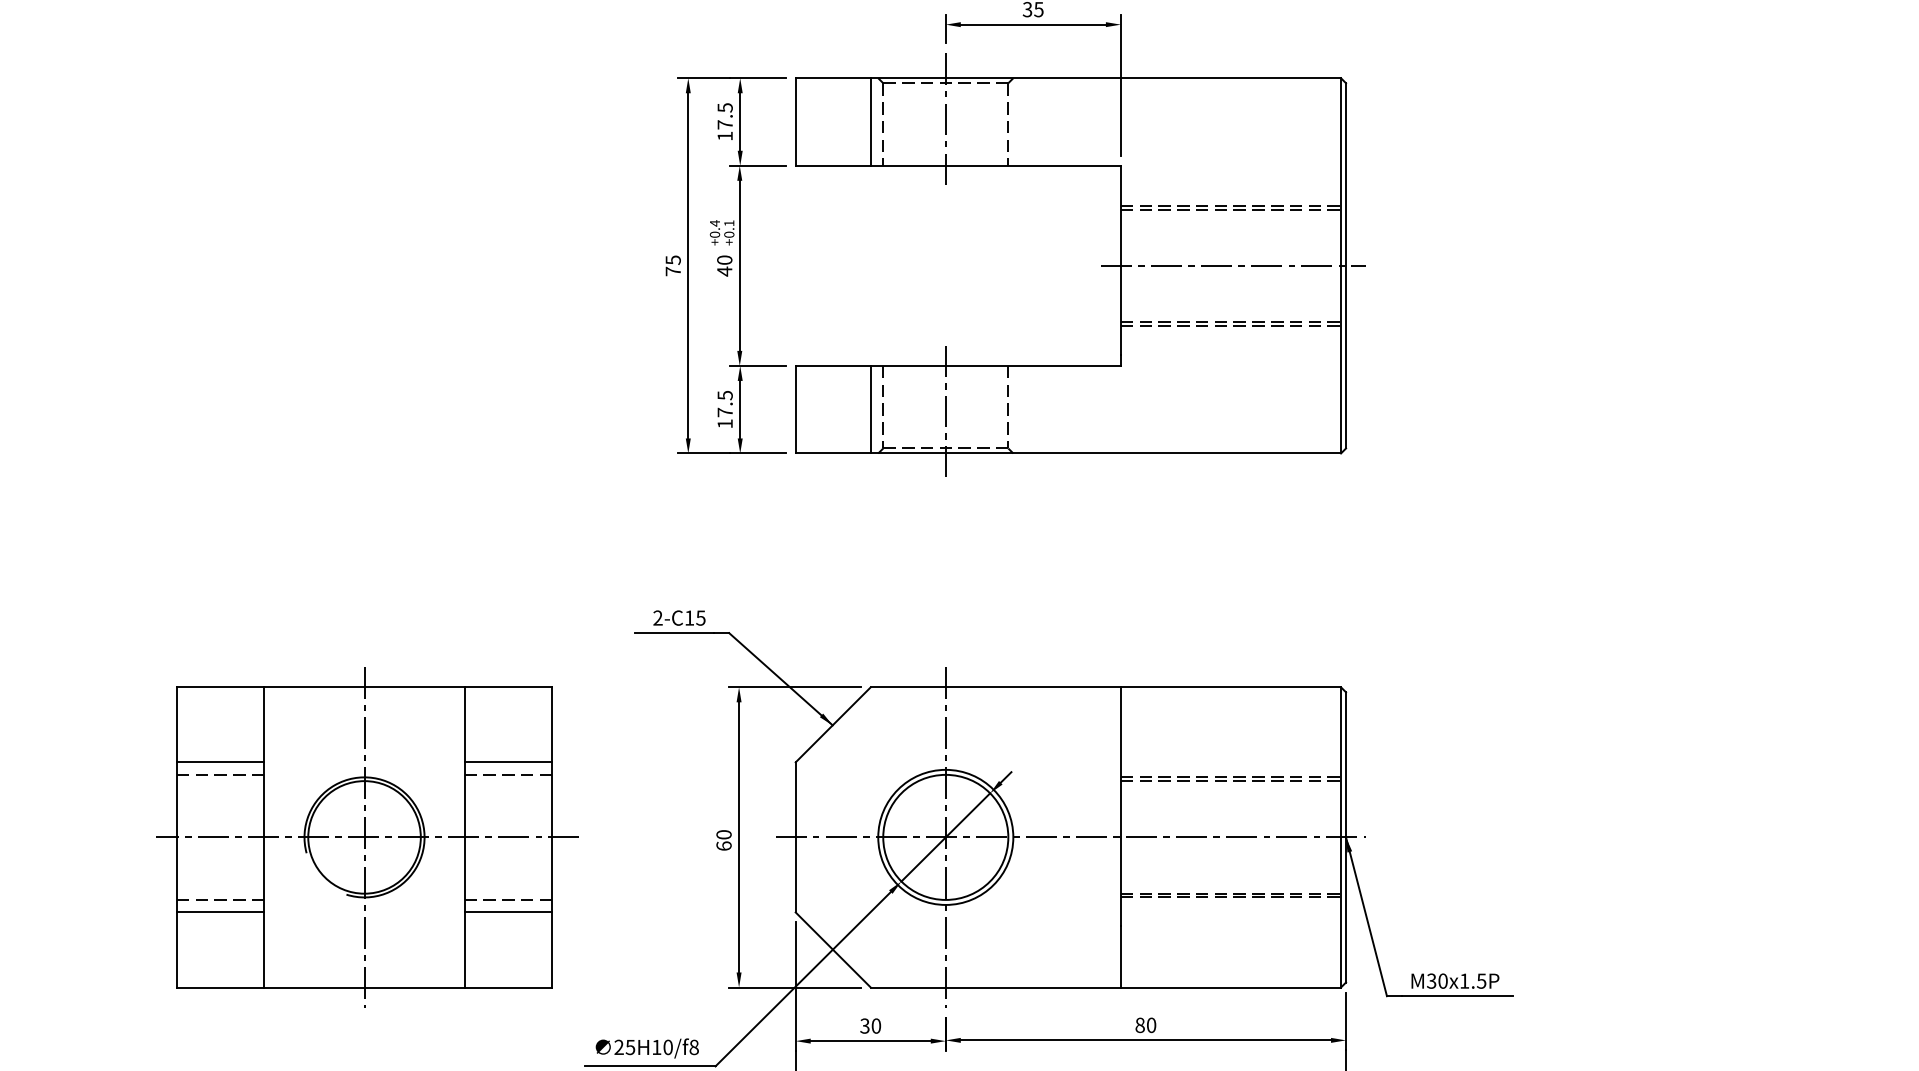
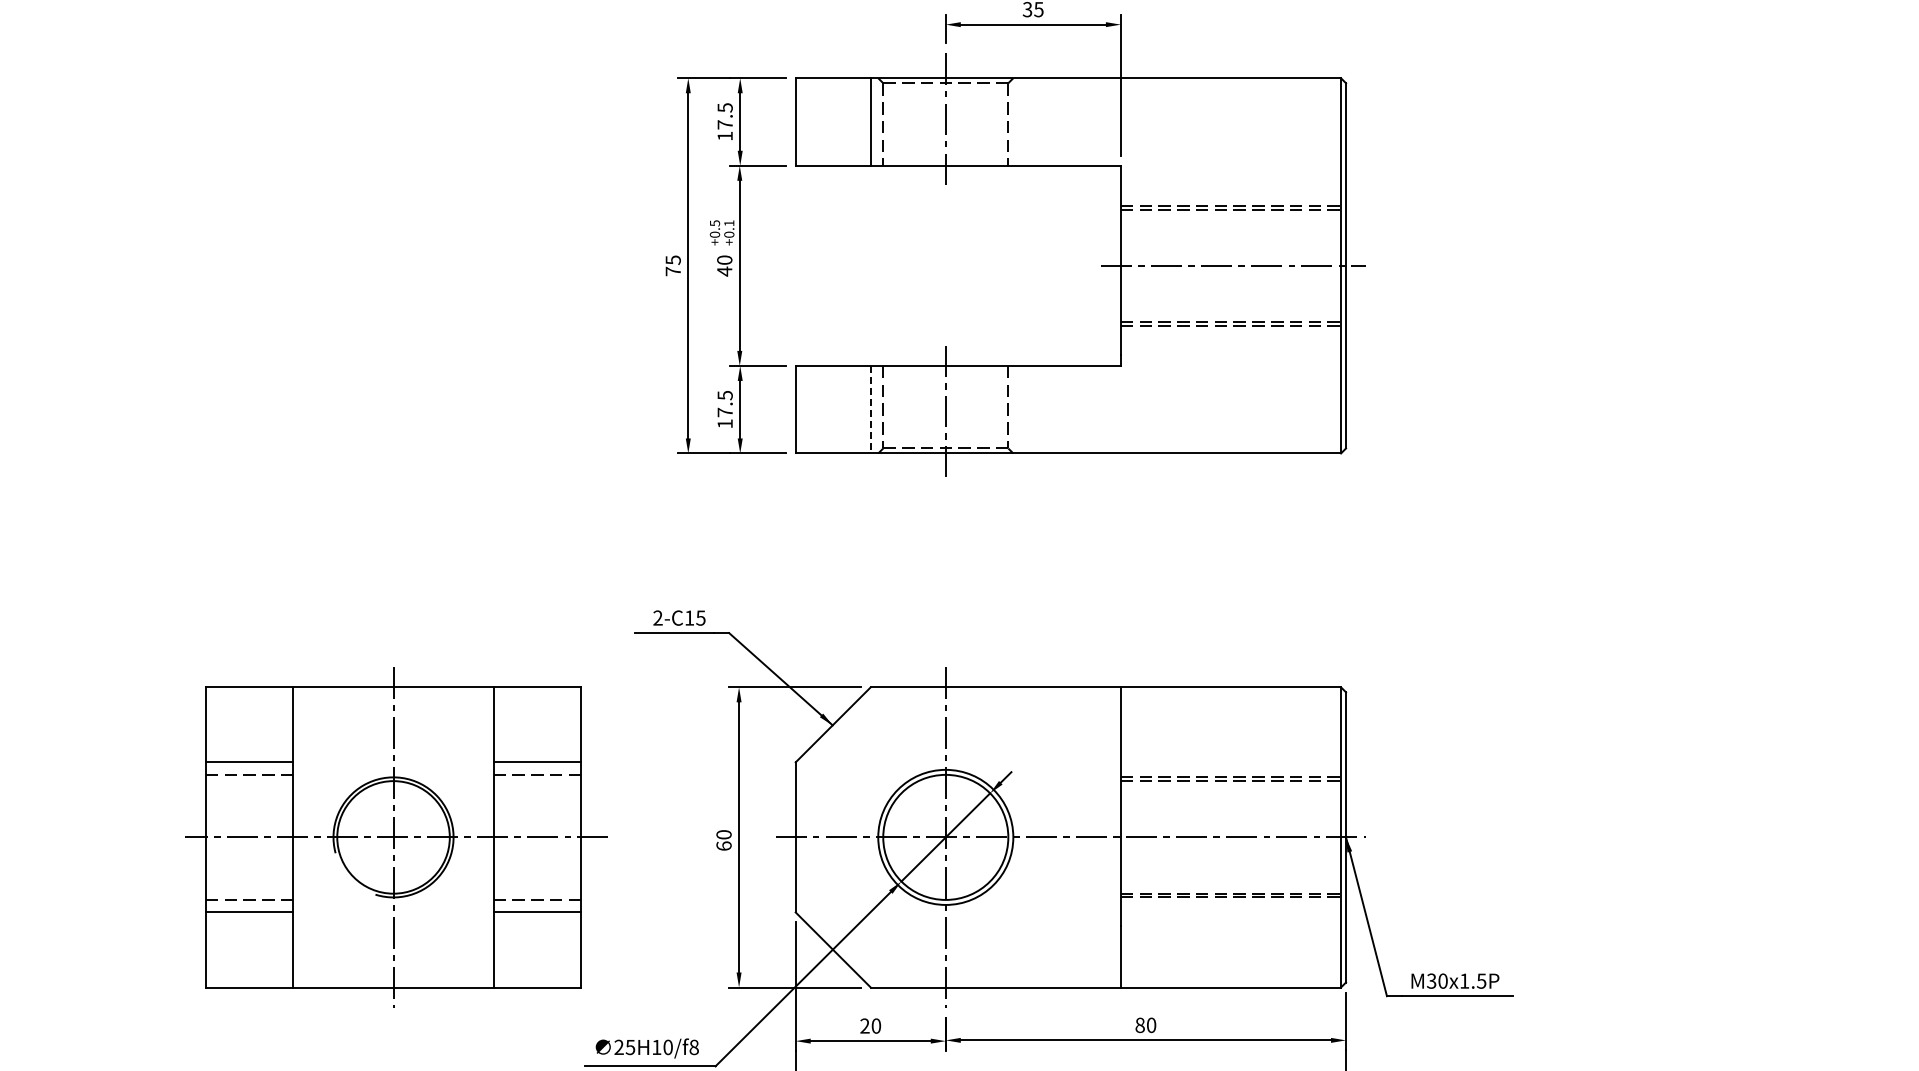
text at (715, 223): +0.4 -> +0.5
line at (870, 409): solid -> dashed
part at (367, 837) position: (367, 837) -> (396, 837)
text at (864, 1026): 30 -> 20
